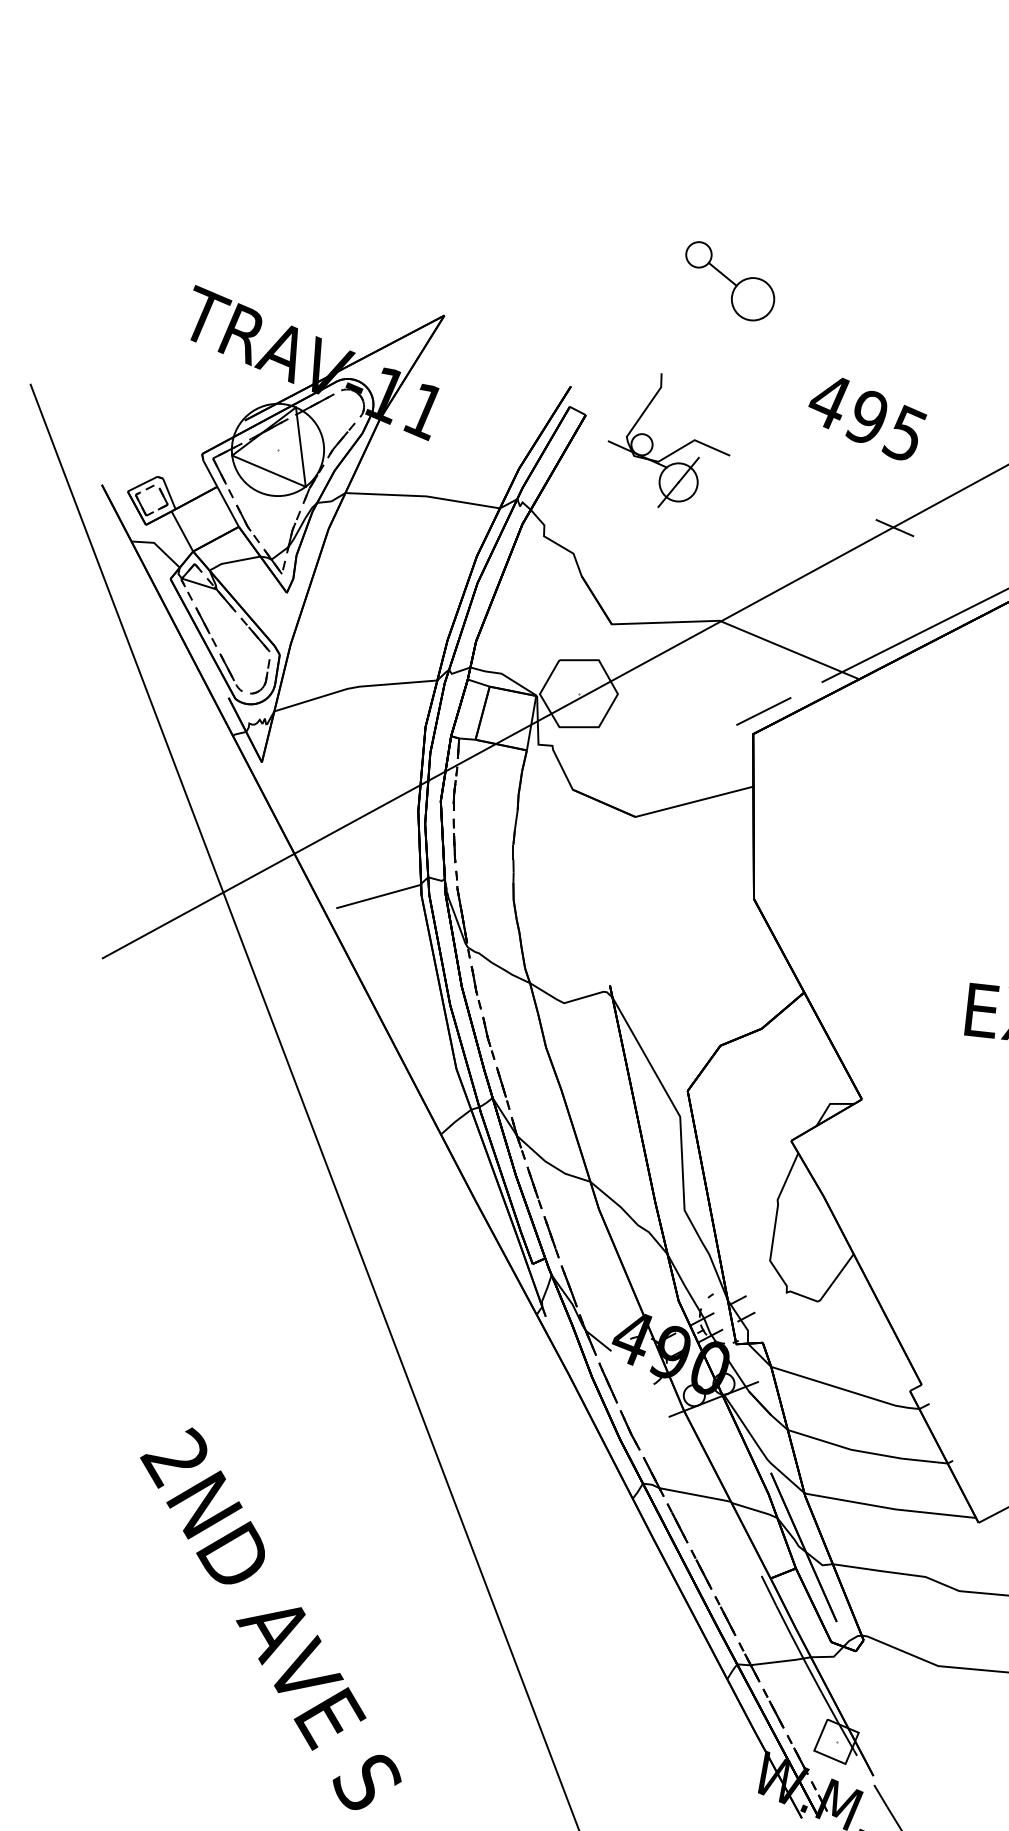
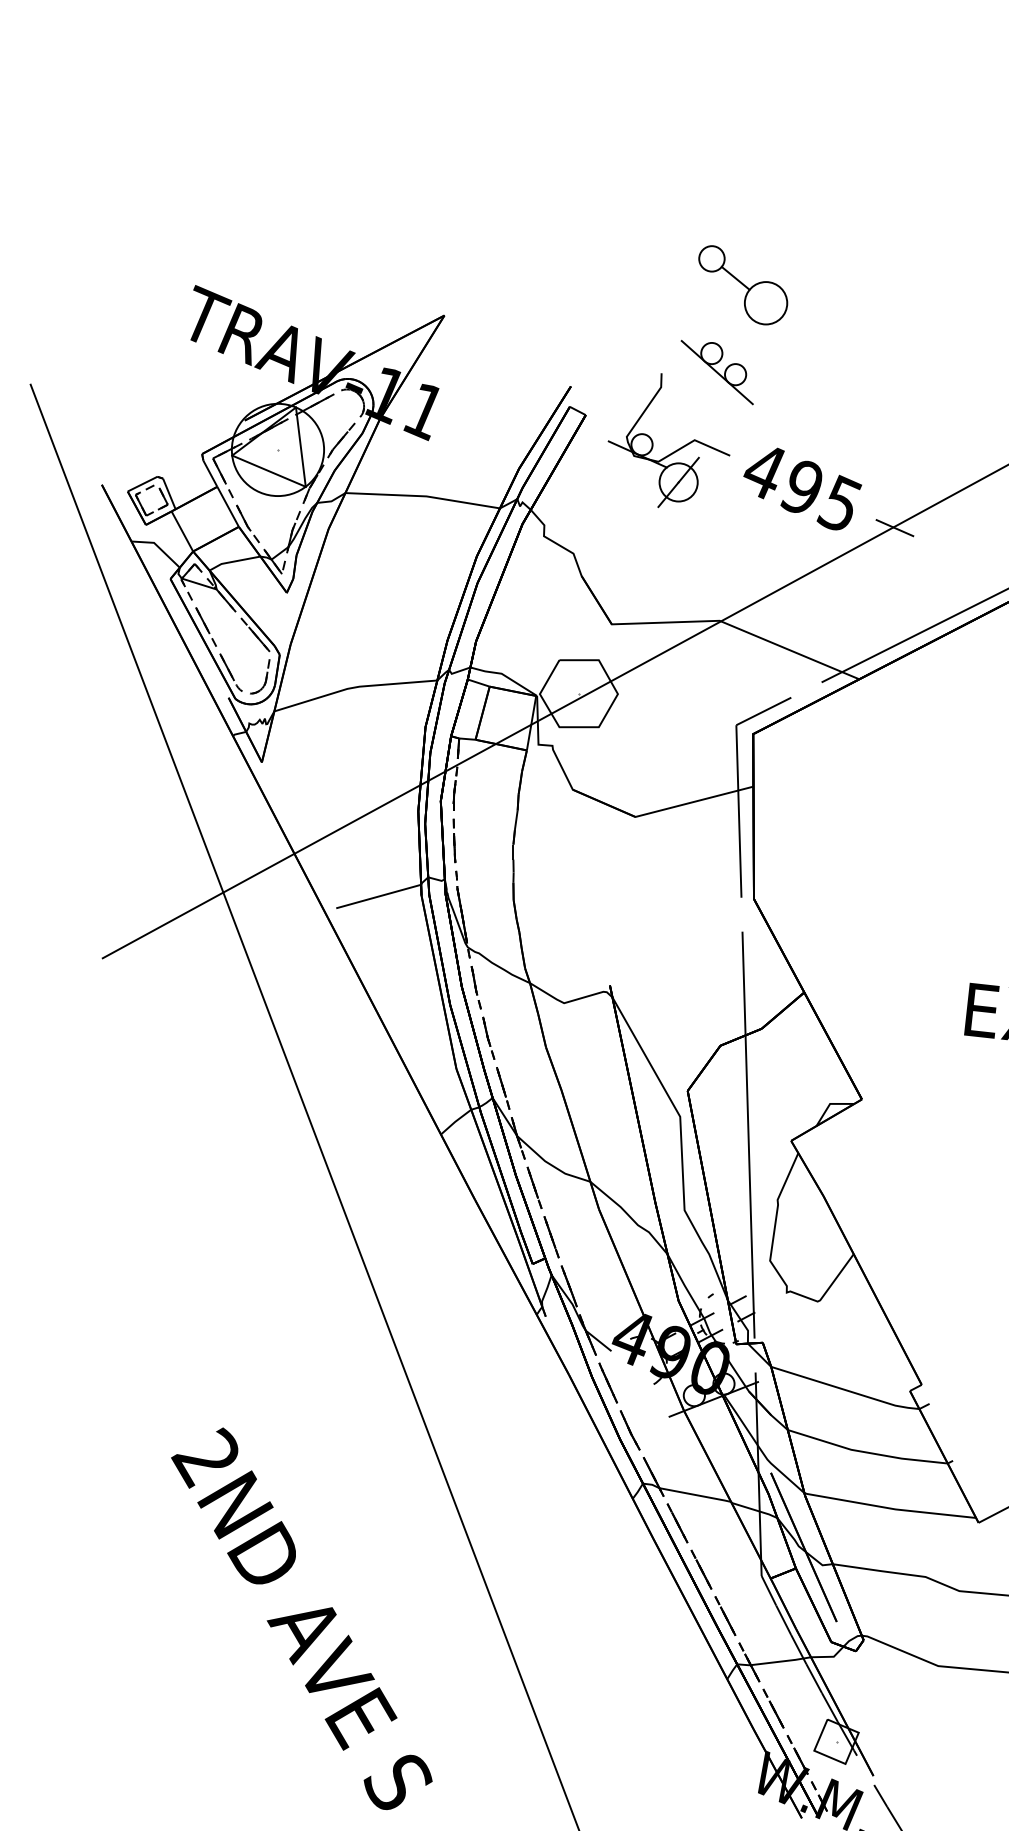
part at (730, 281) position: (730, 281) -> (743, 285)
part at (716, 372): none -> present
text at (867, 418) position: (867, 418) -> (802, 488)
line at (748, 1150): none -> present
text at (270, 1618) position: (270, 1618) -> (301, 1618)
